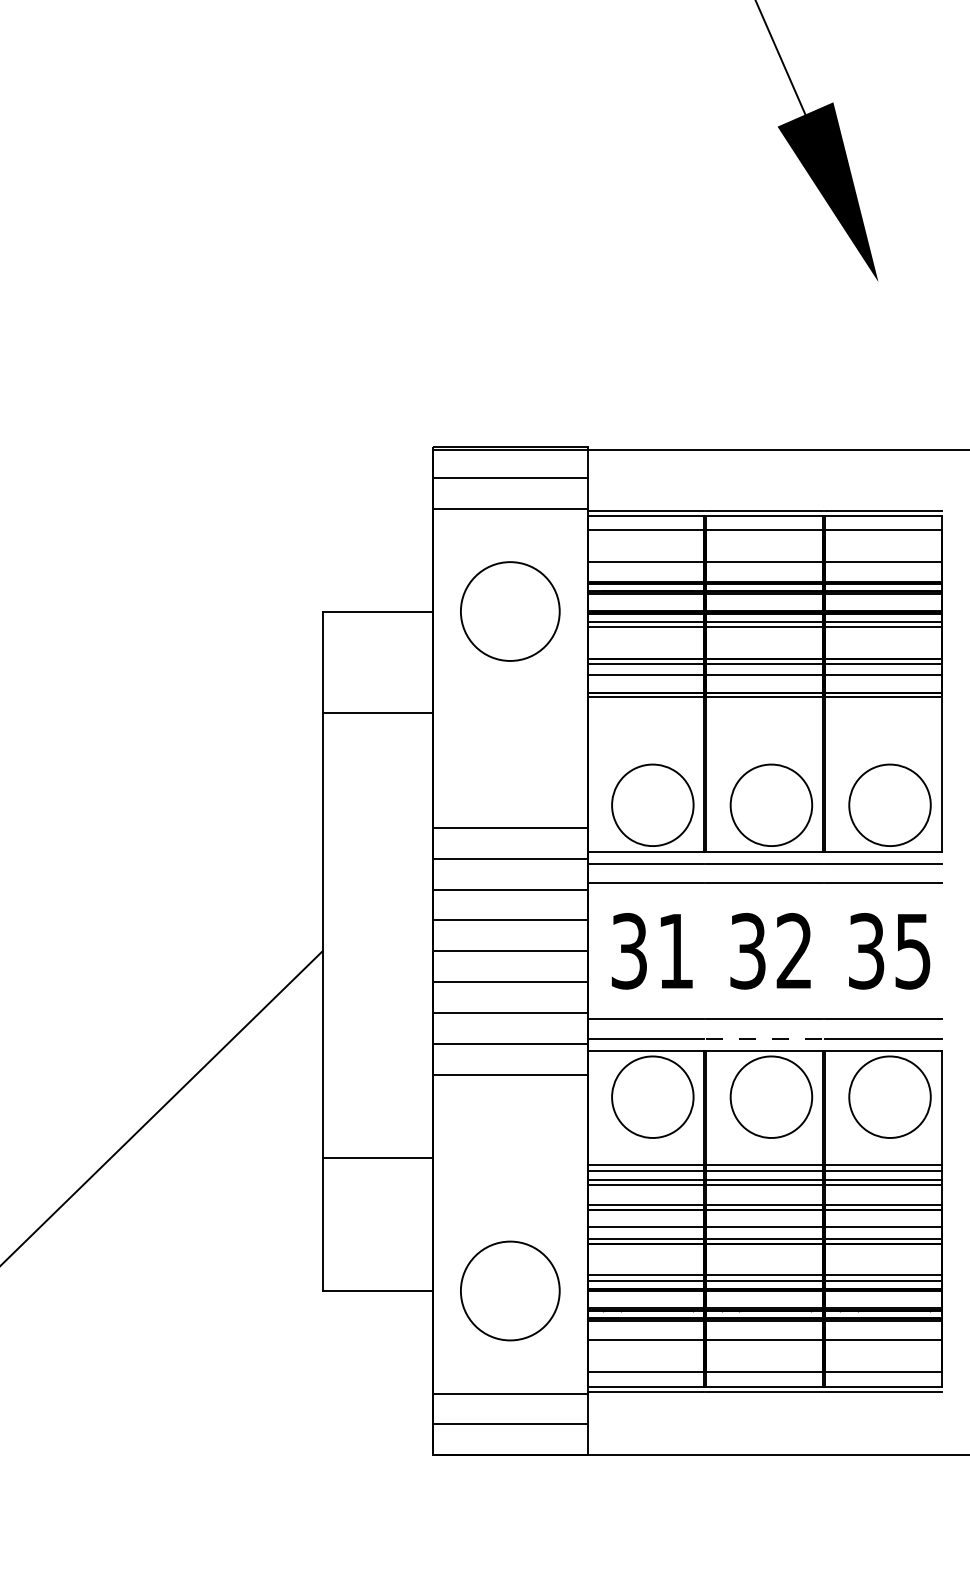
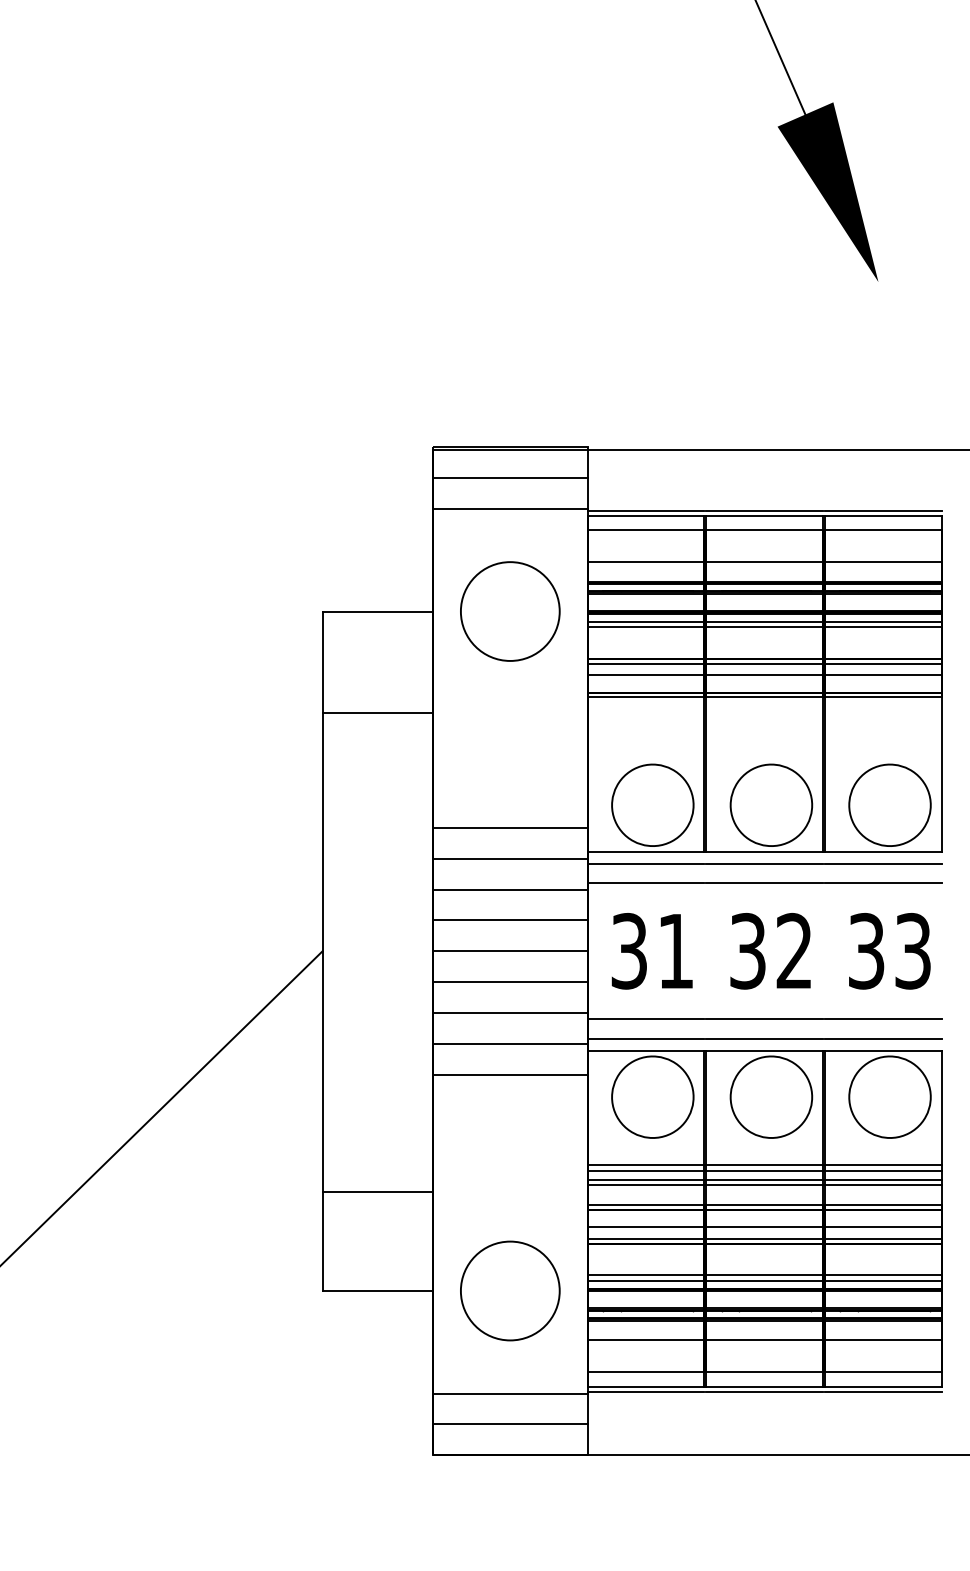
text at (912, 950): 35 -> 33
line at (765, 1038): dashed -> solid
line at (377, 1158) position: (377, 1158) -> (377, 1192)
